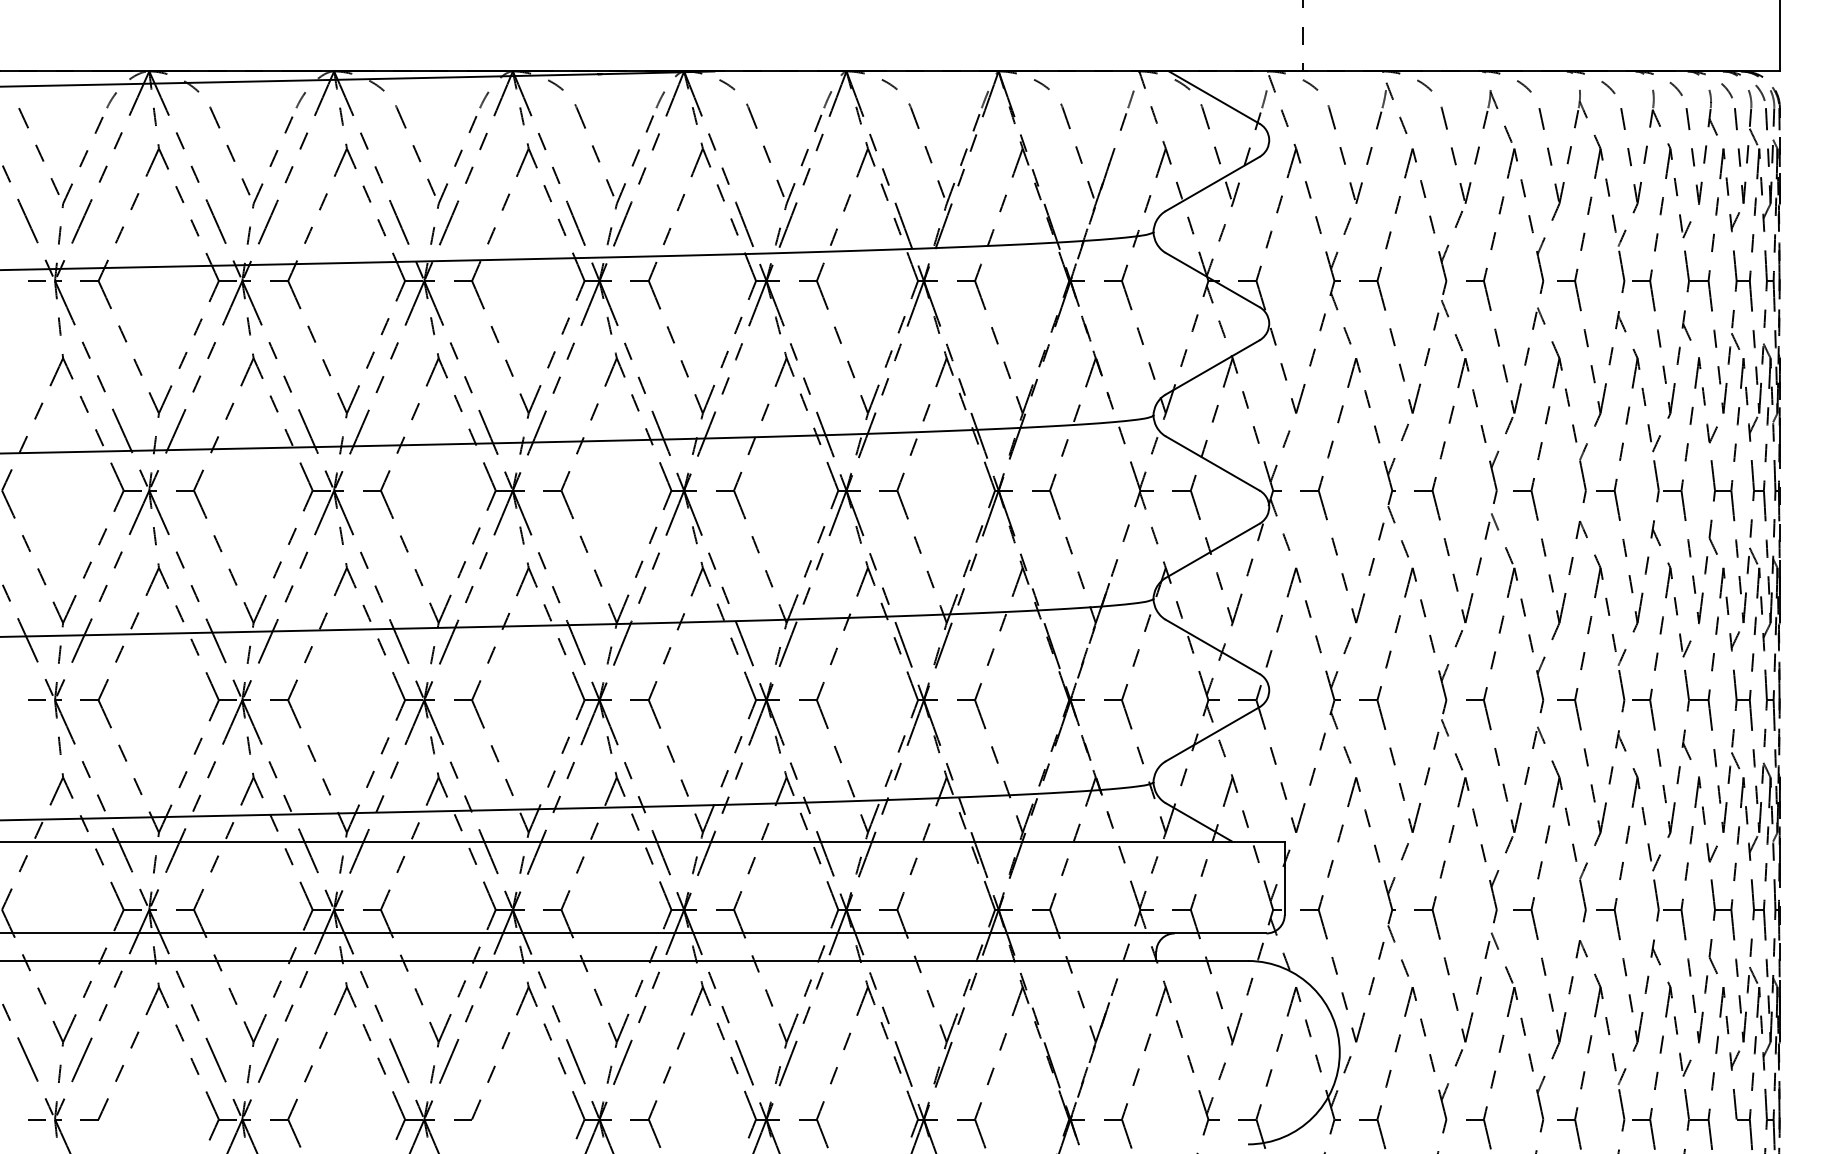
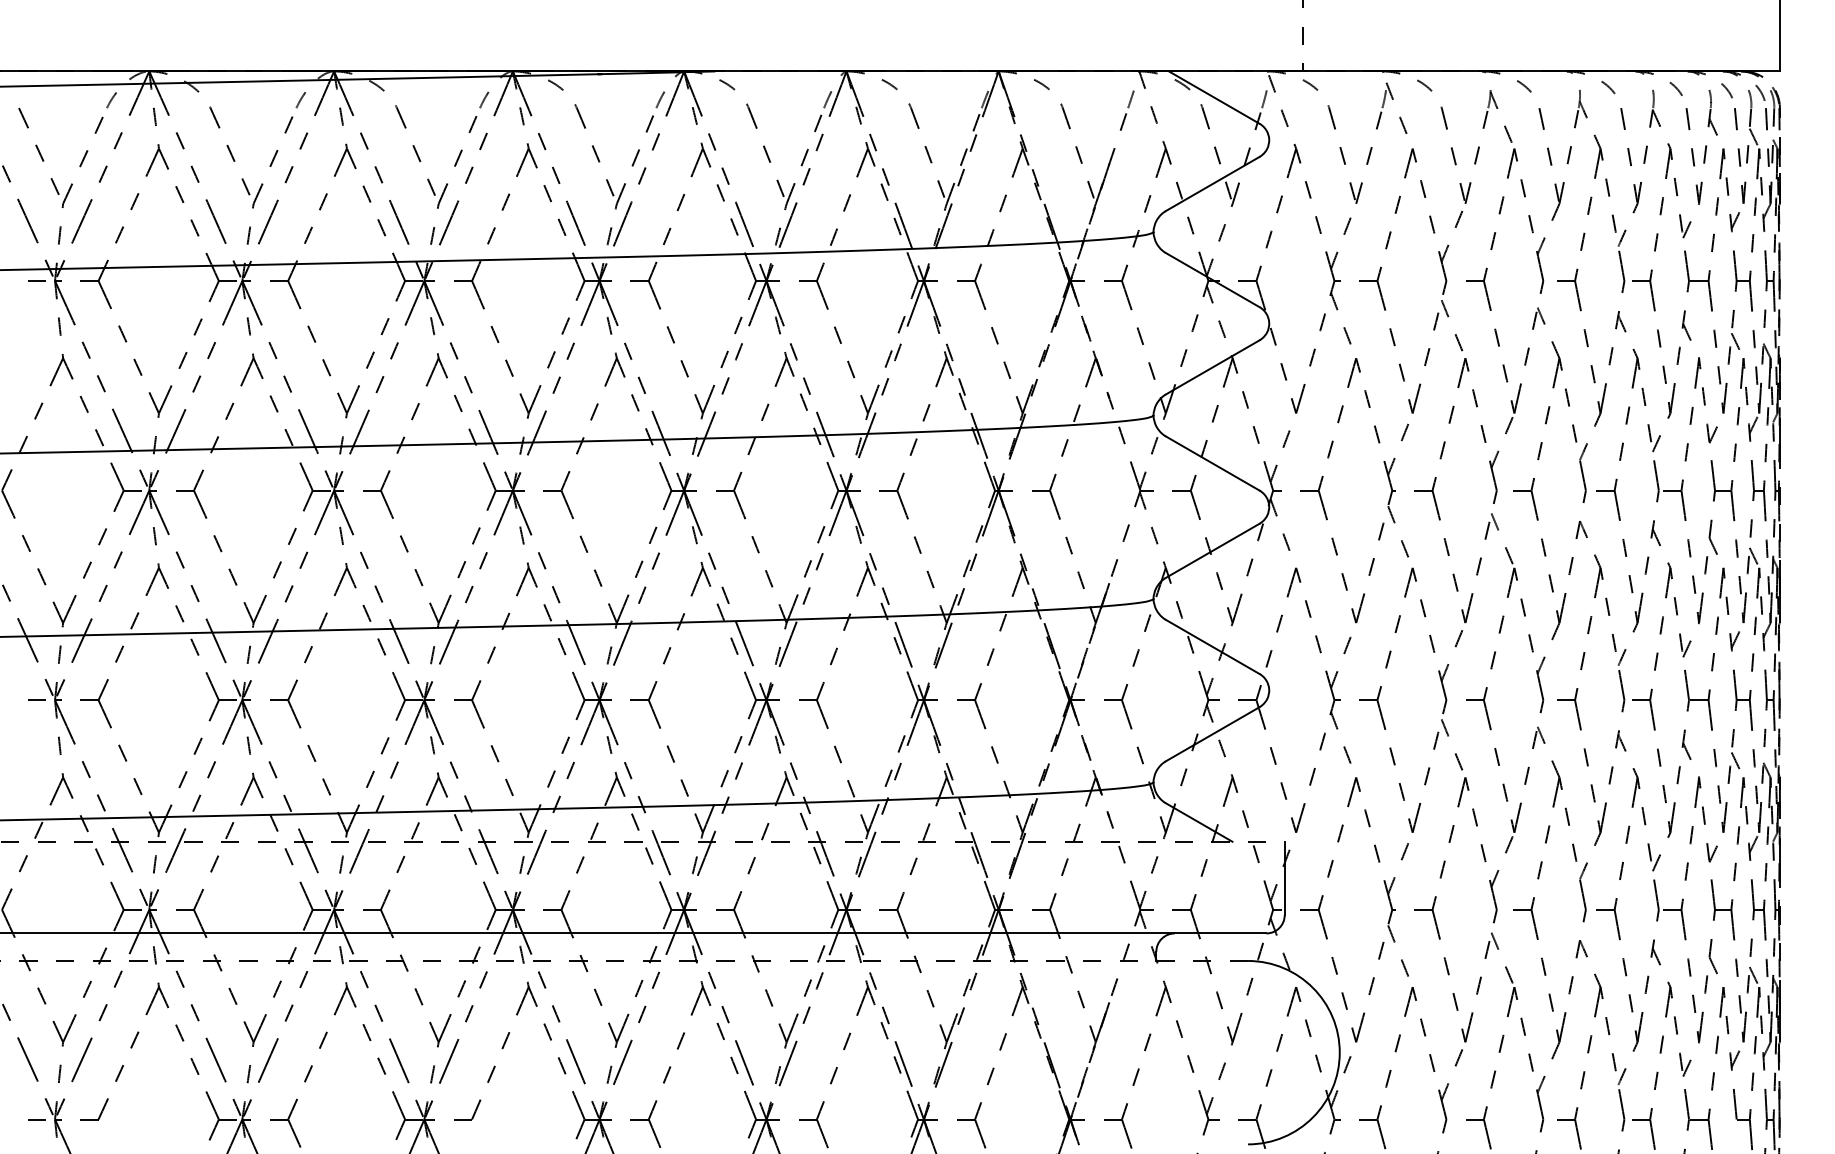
line at (642, 841): solid -> dashed
line at (624, 960): solid -> dashed
